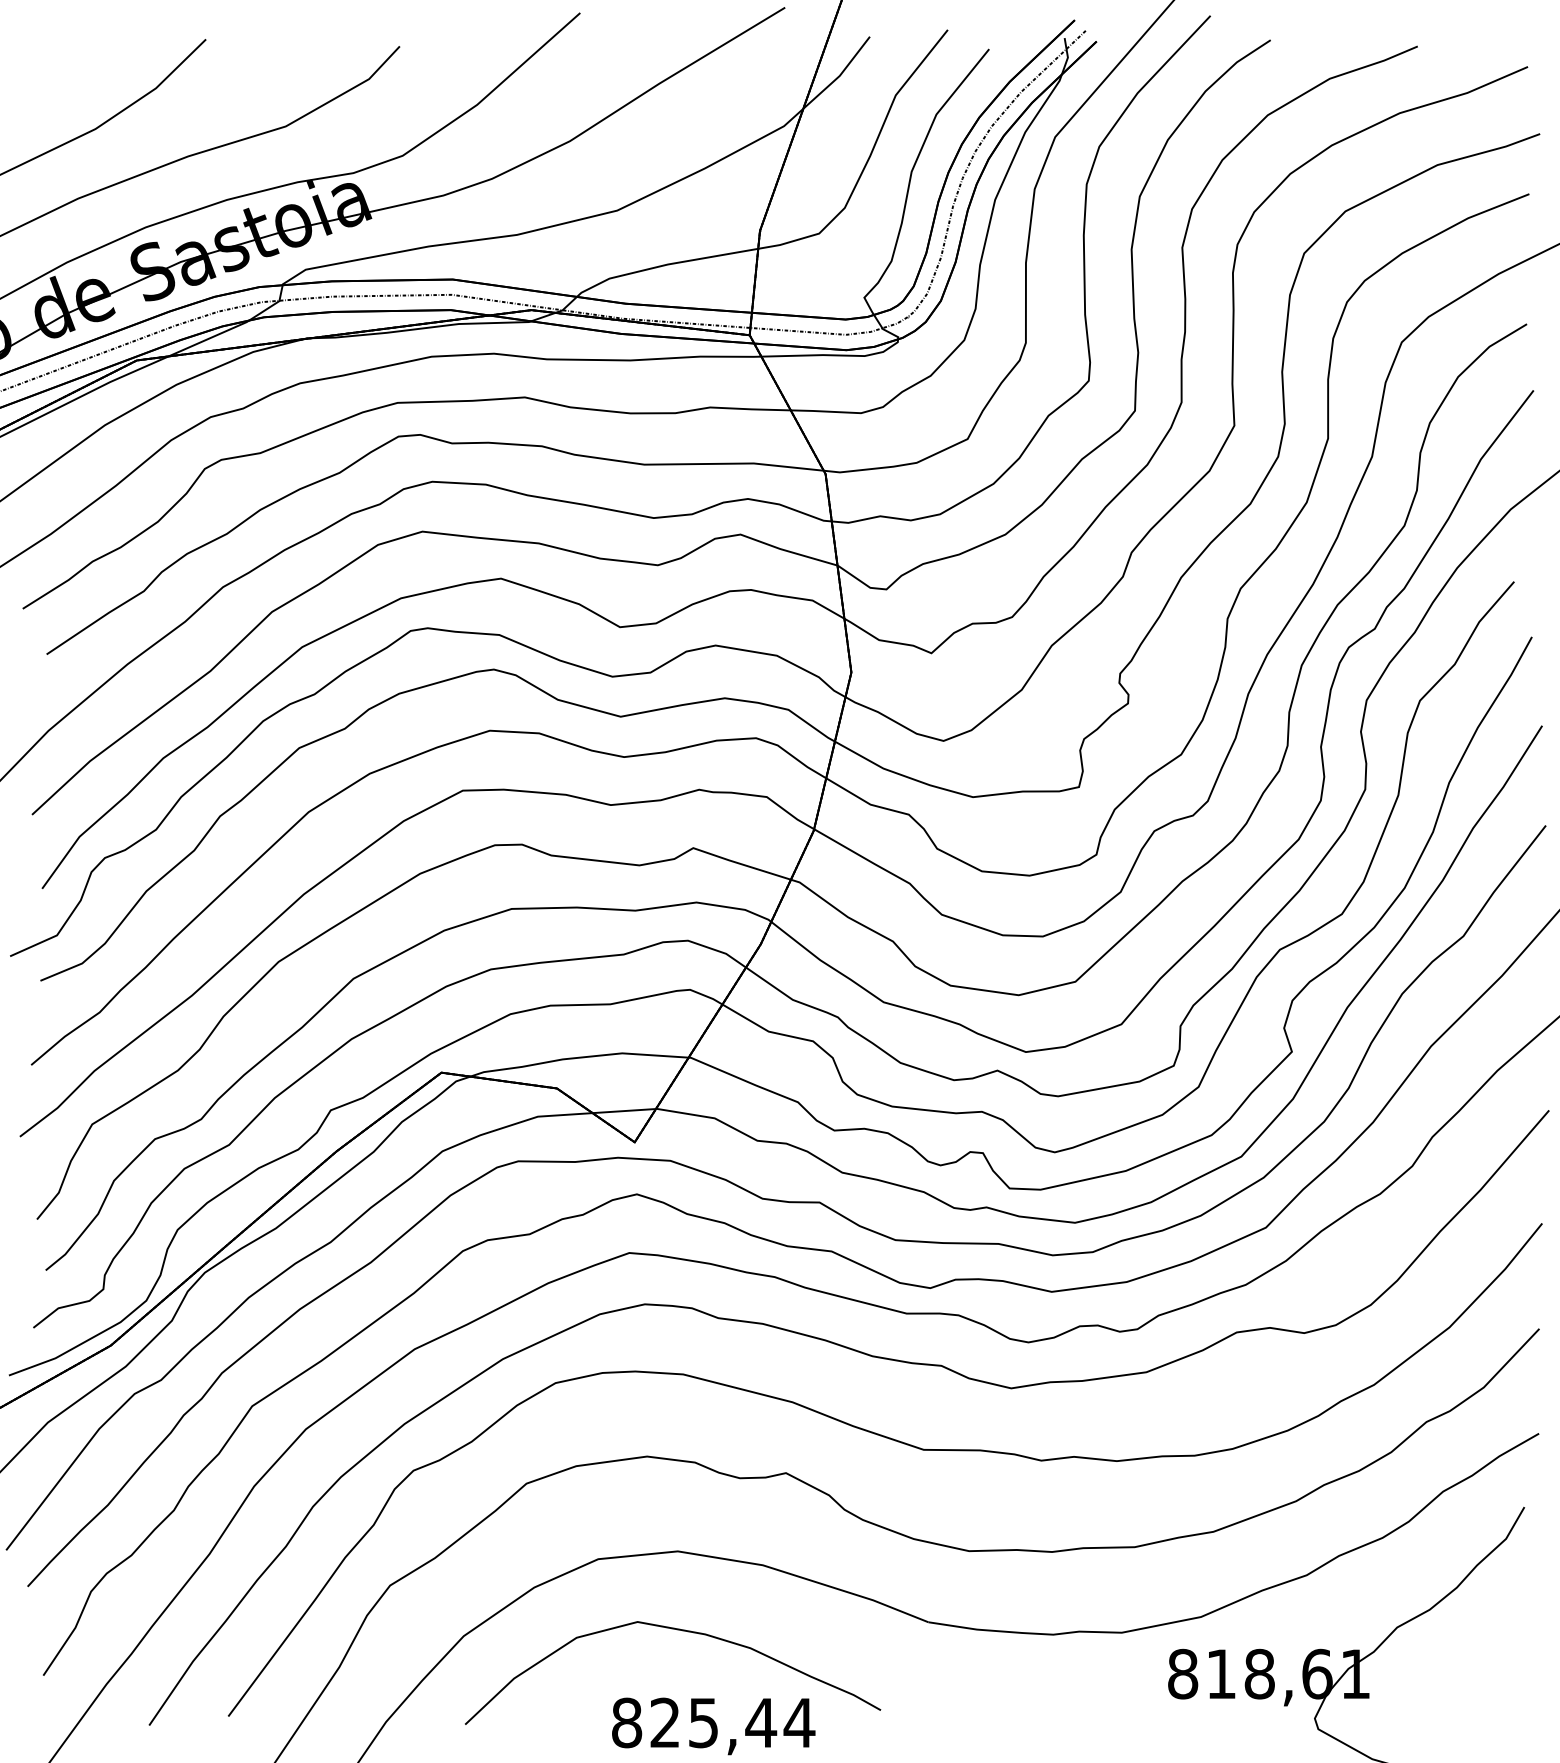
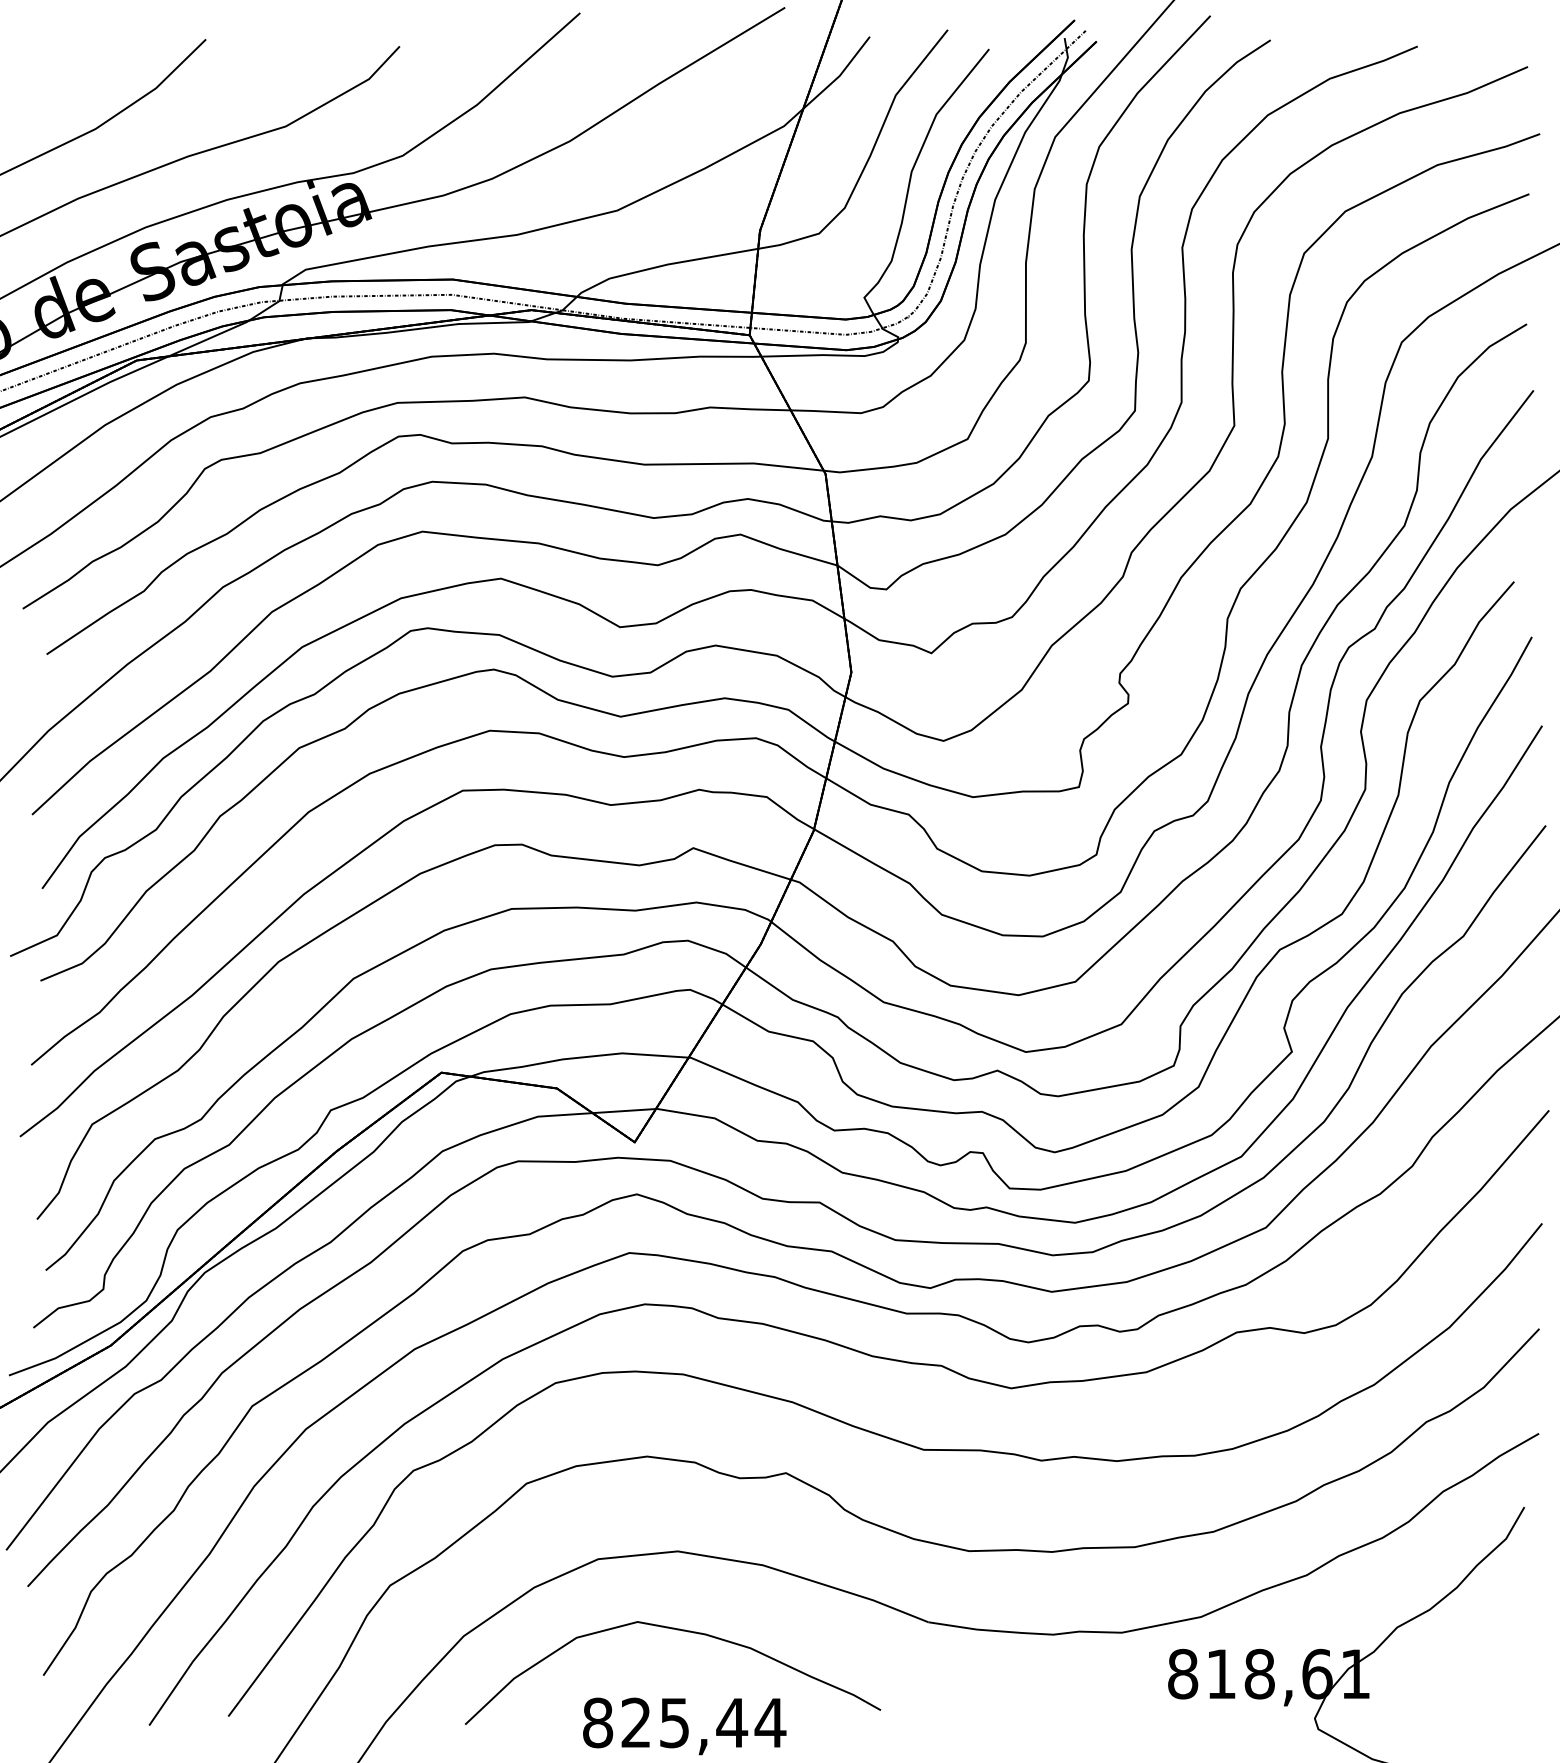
text at (713, 1726) position: (713, 1726) -> (684, 1726)
